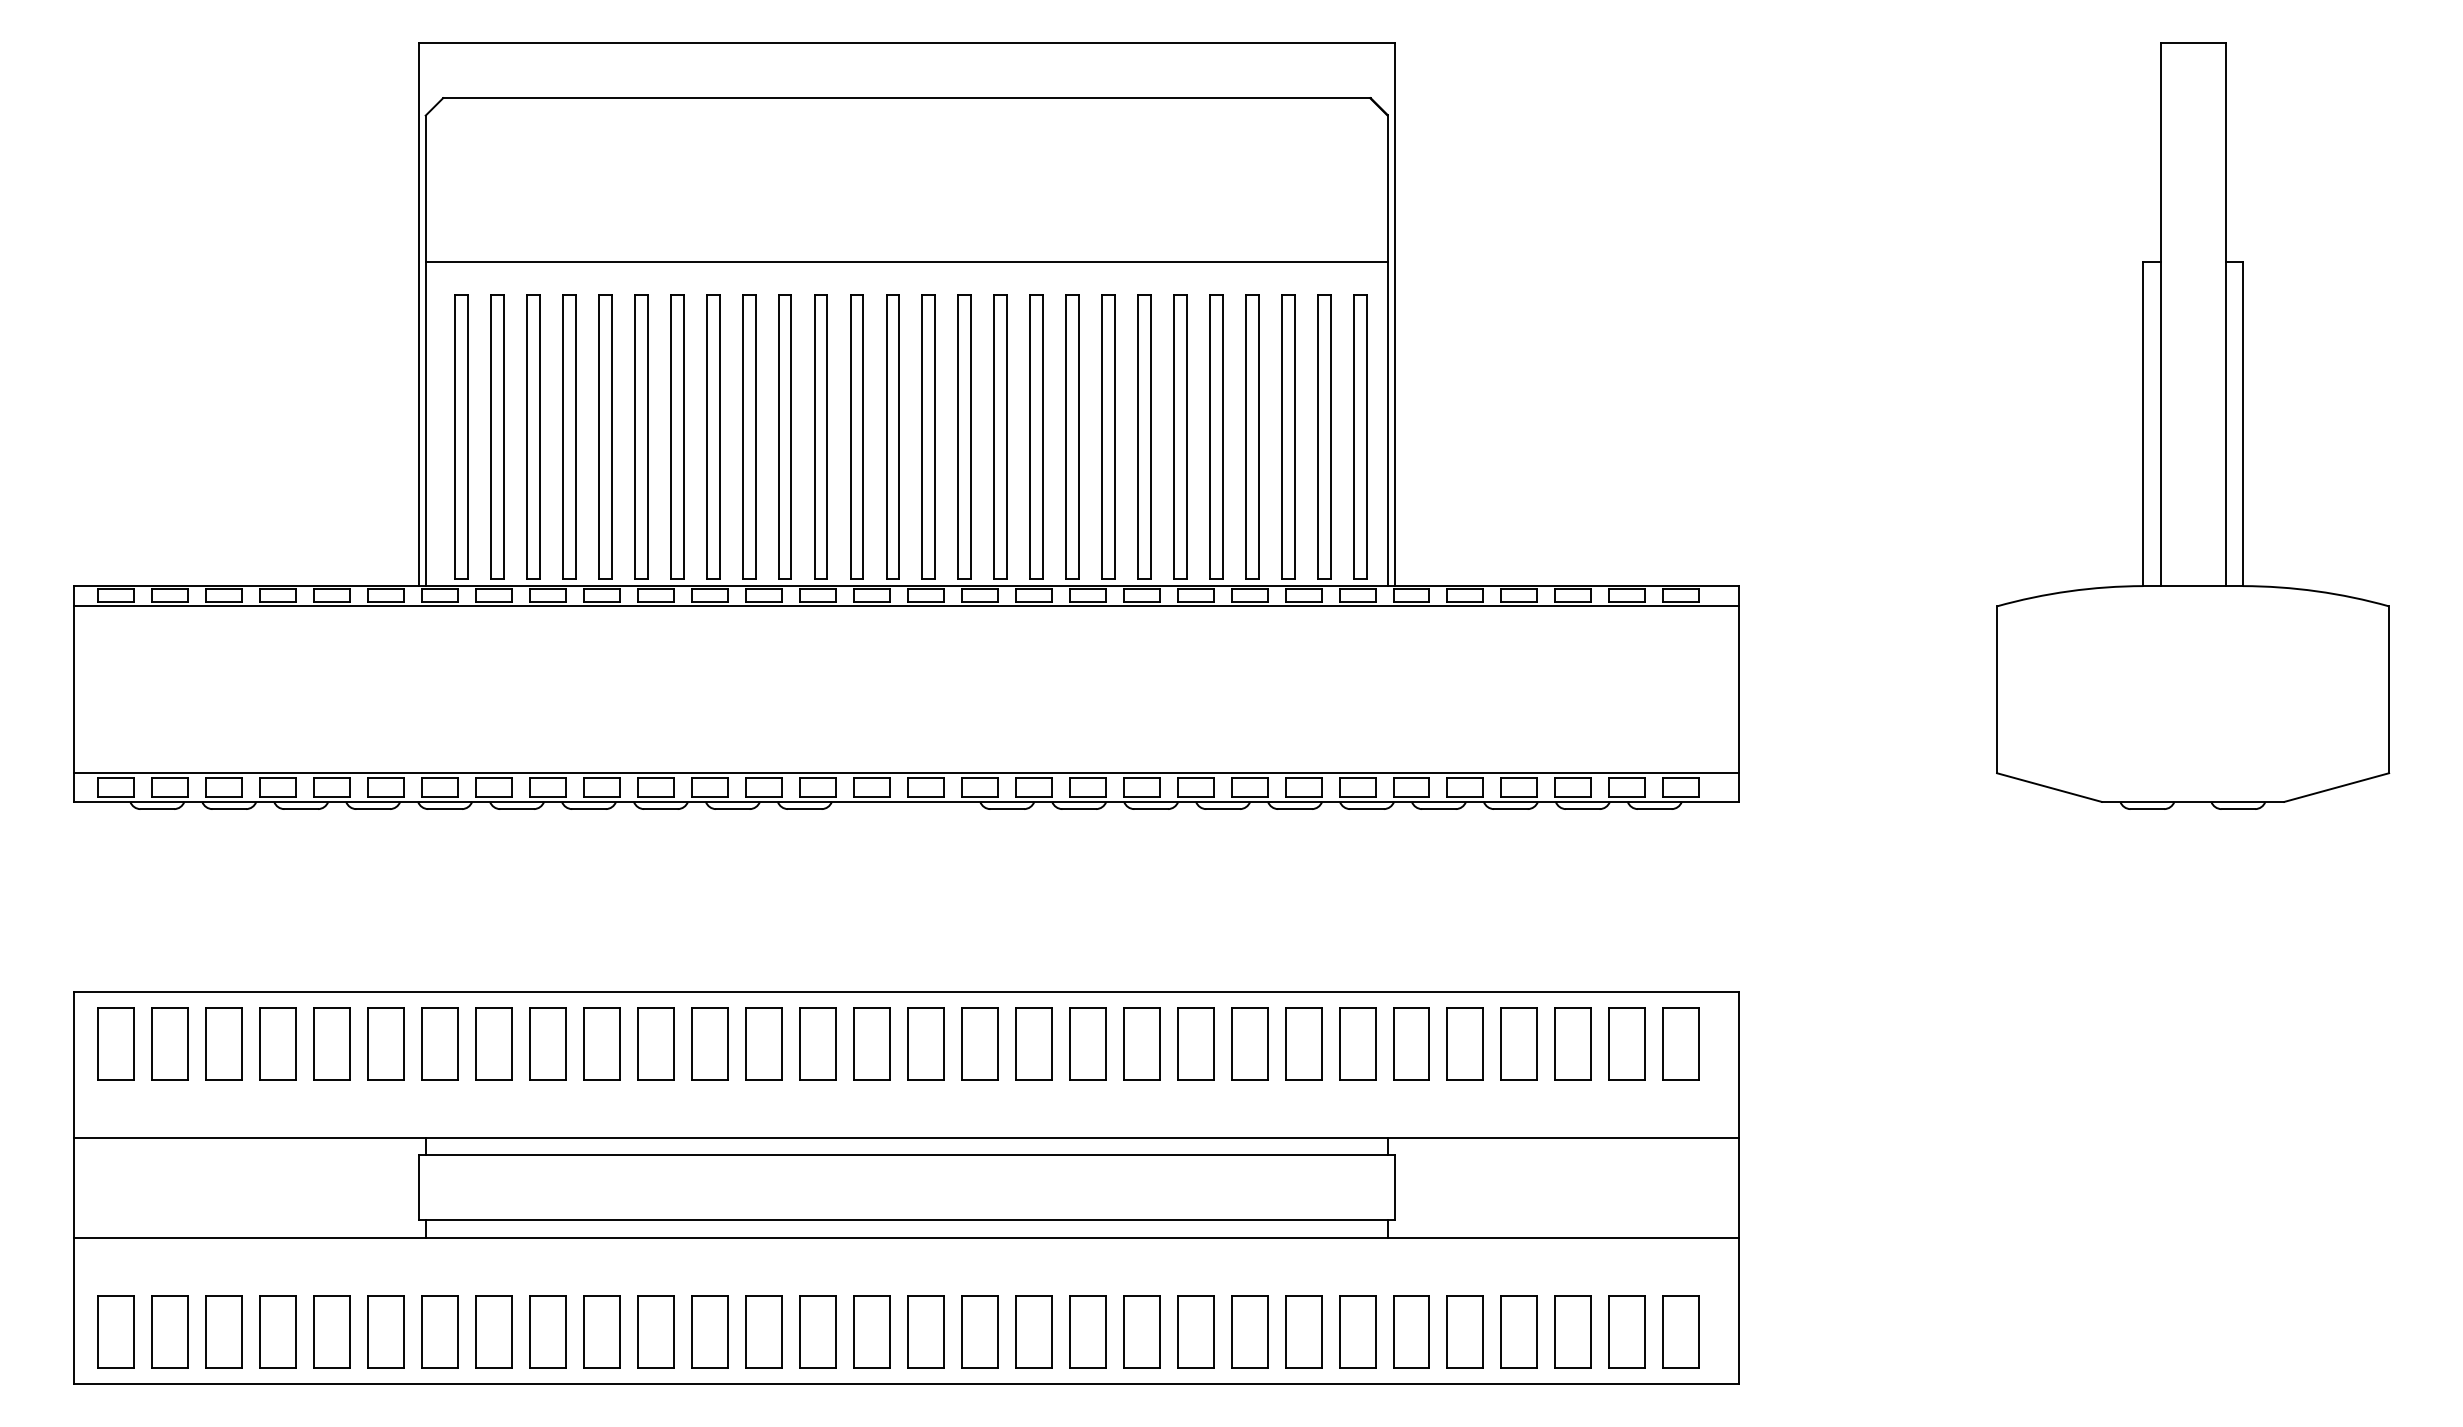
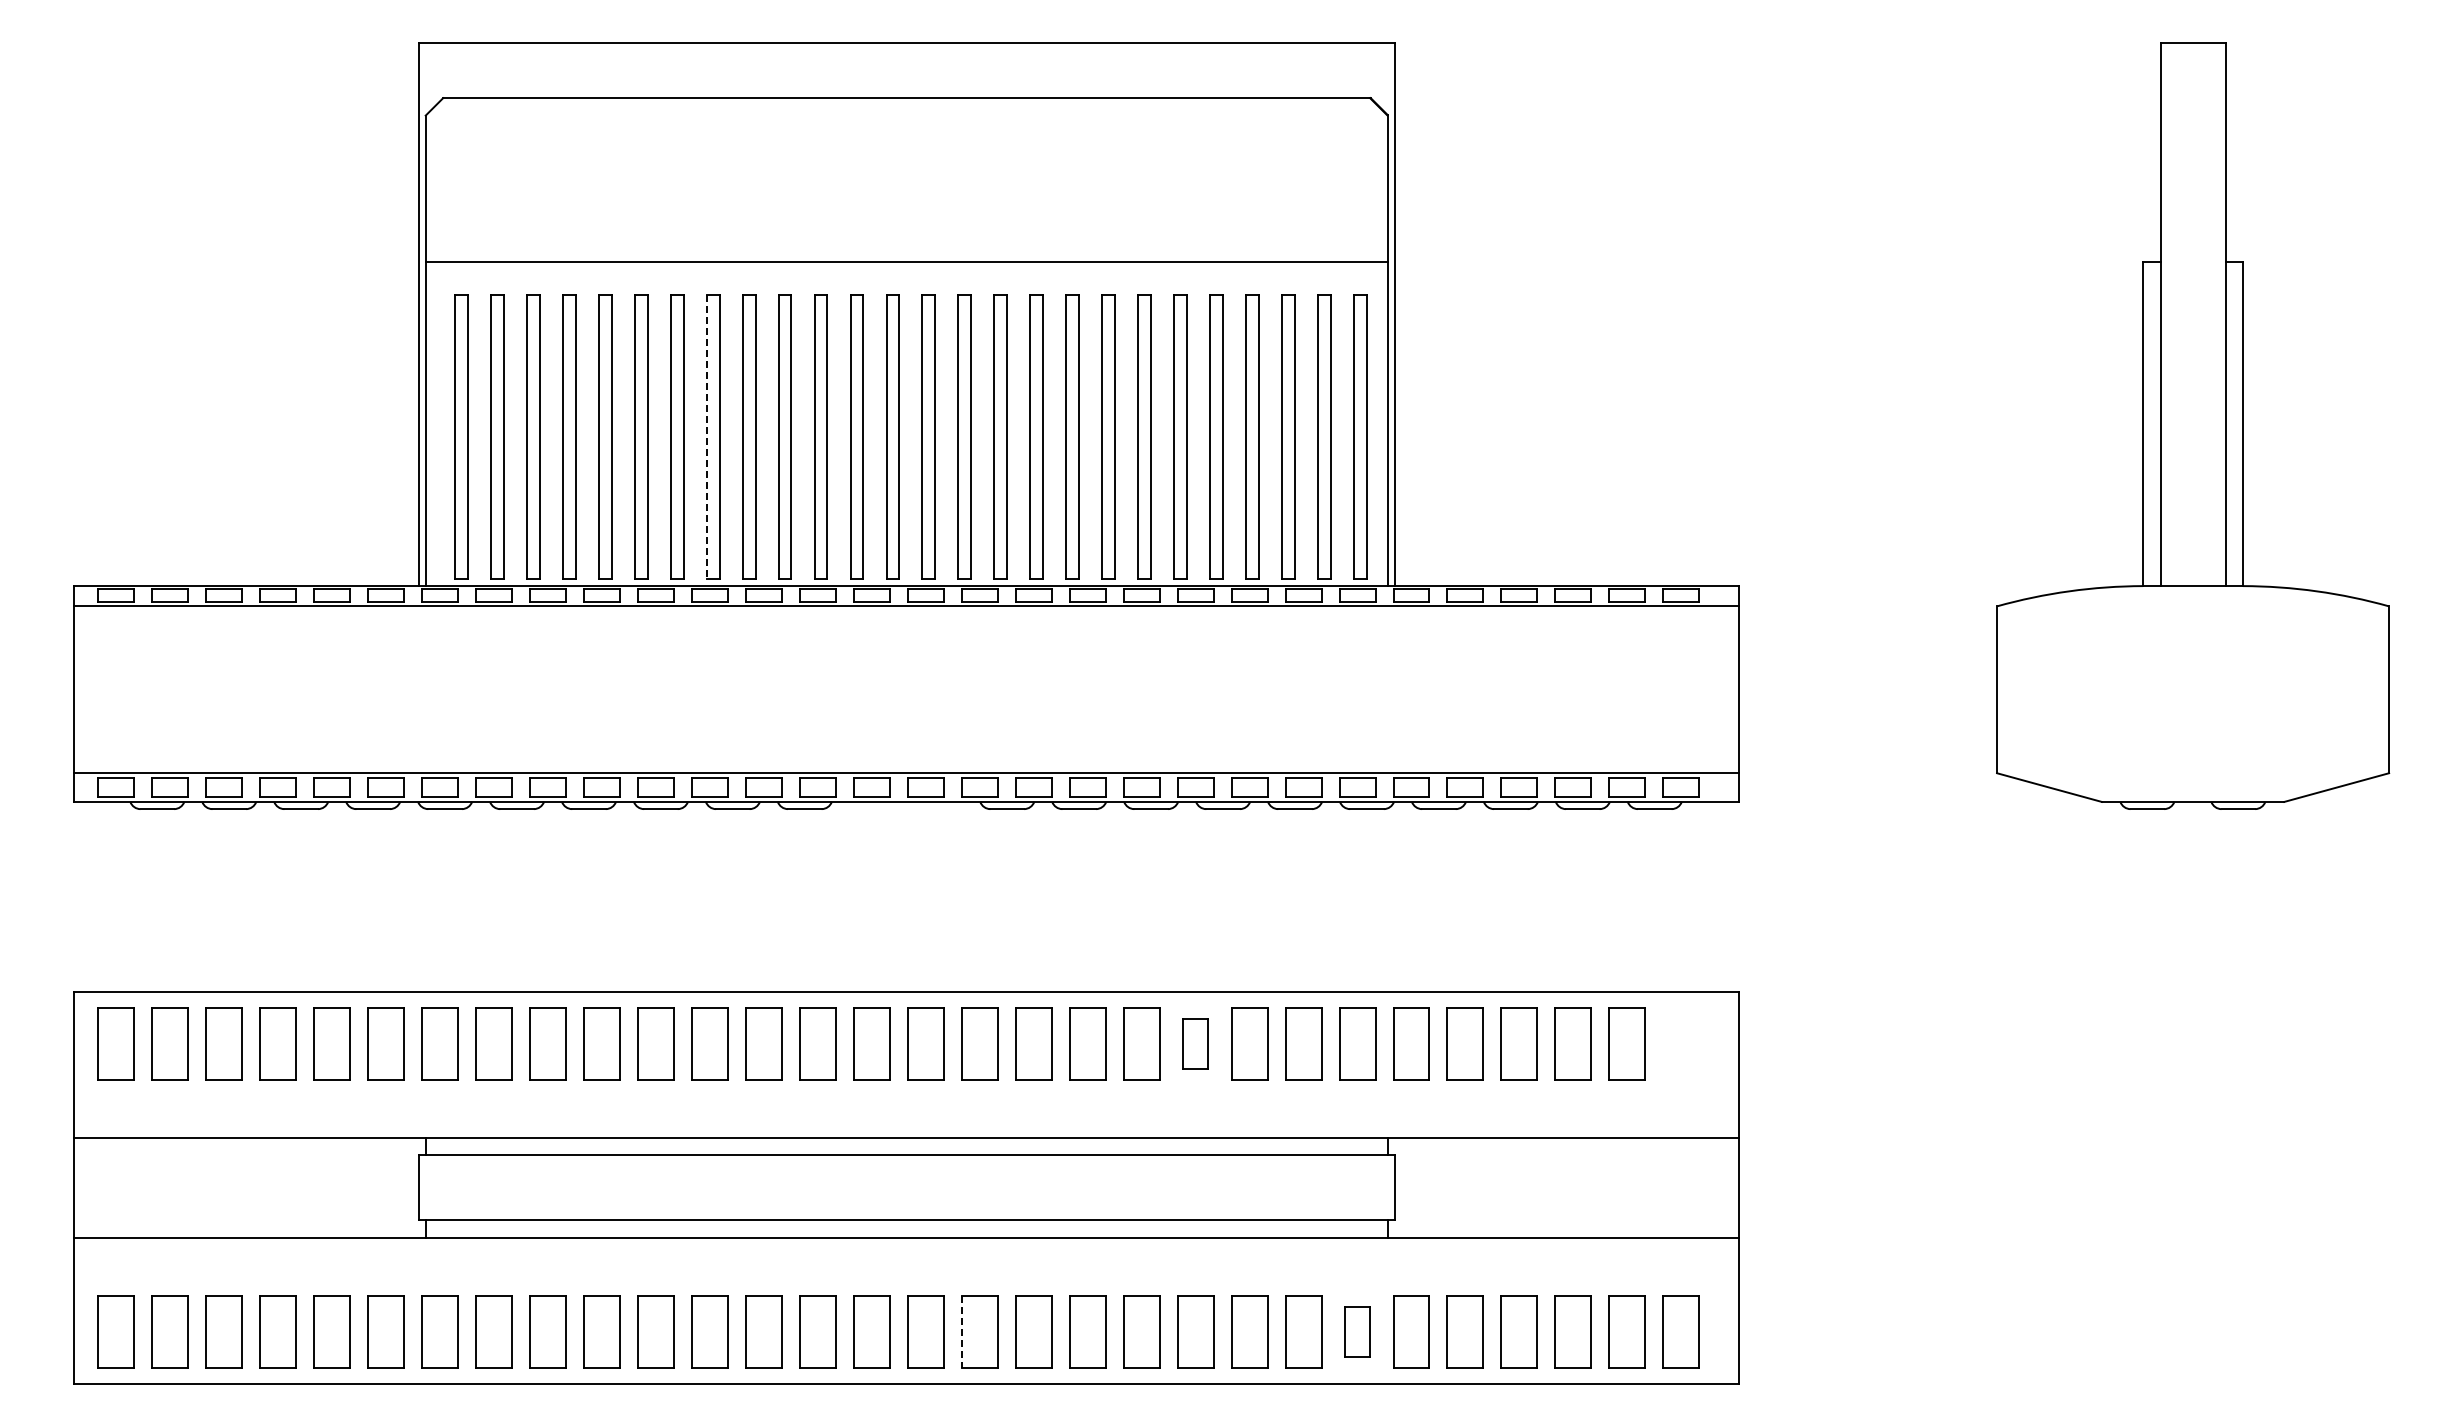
line at (706, 437): solid -> dashed
part at (1195, 1043) size: 38x74 px -> 27x52 px
part at (1680, 1043): present -> none
line at (961, 1331): solid -> dashed
part at (1357, 1331) size: 38x74 px -> 27x52 px
